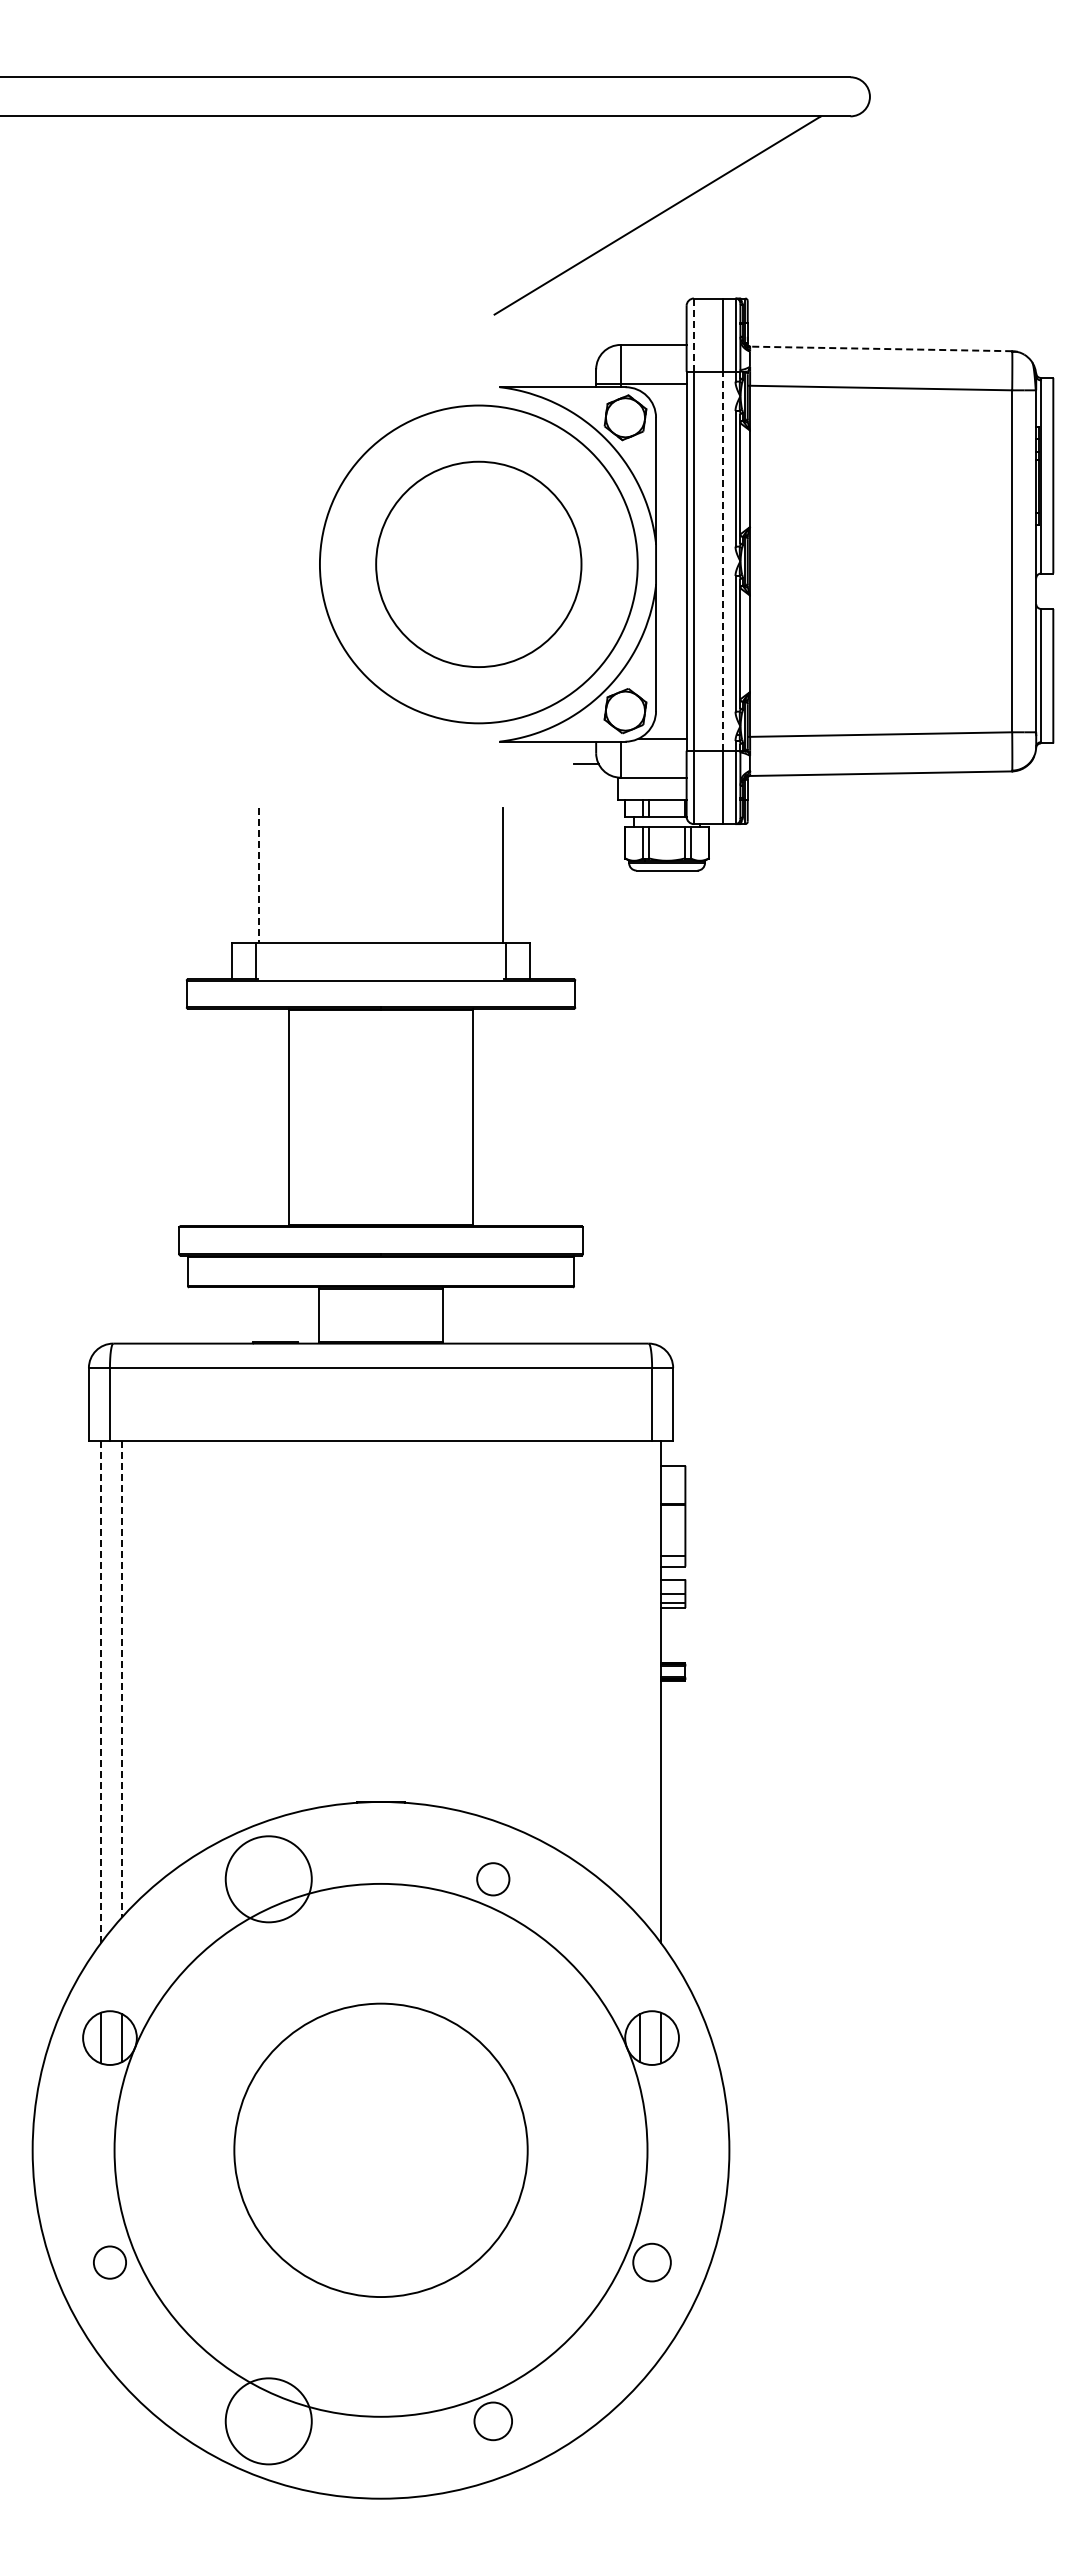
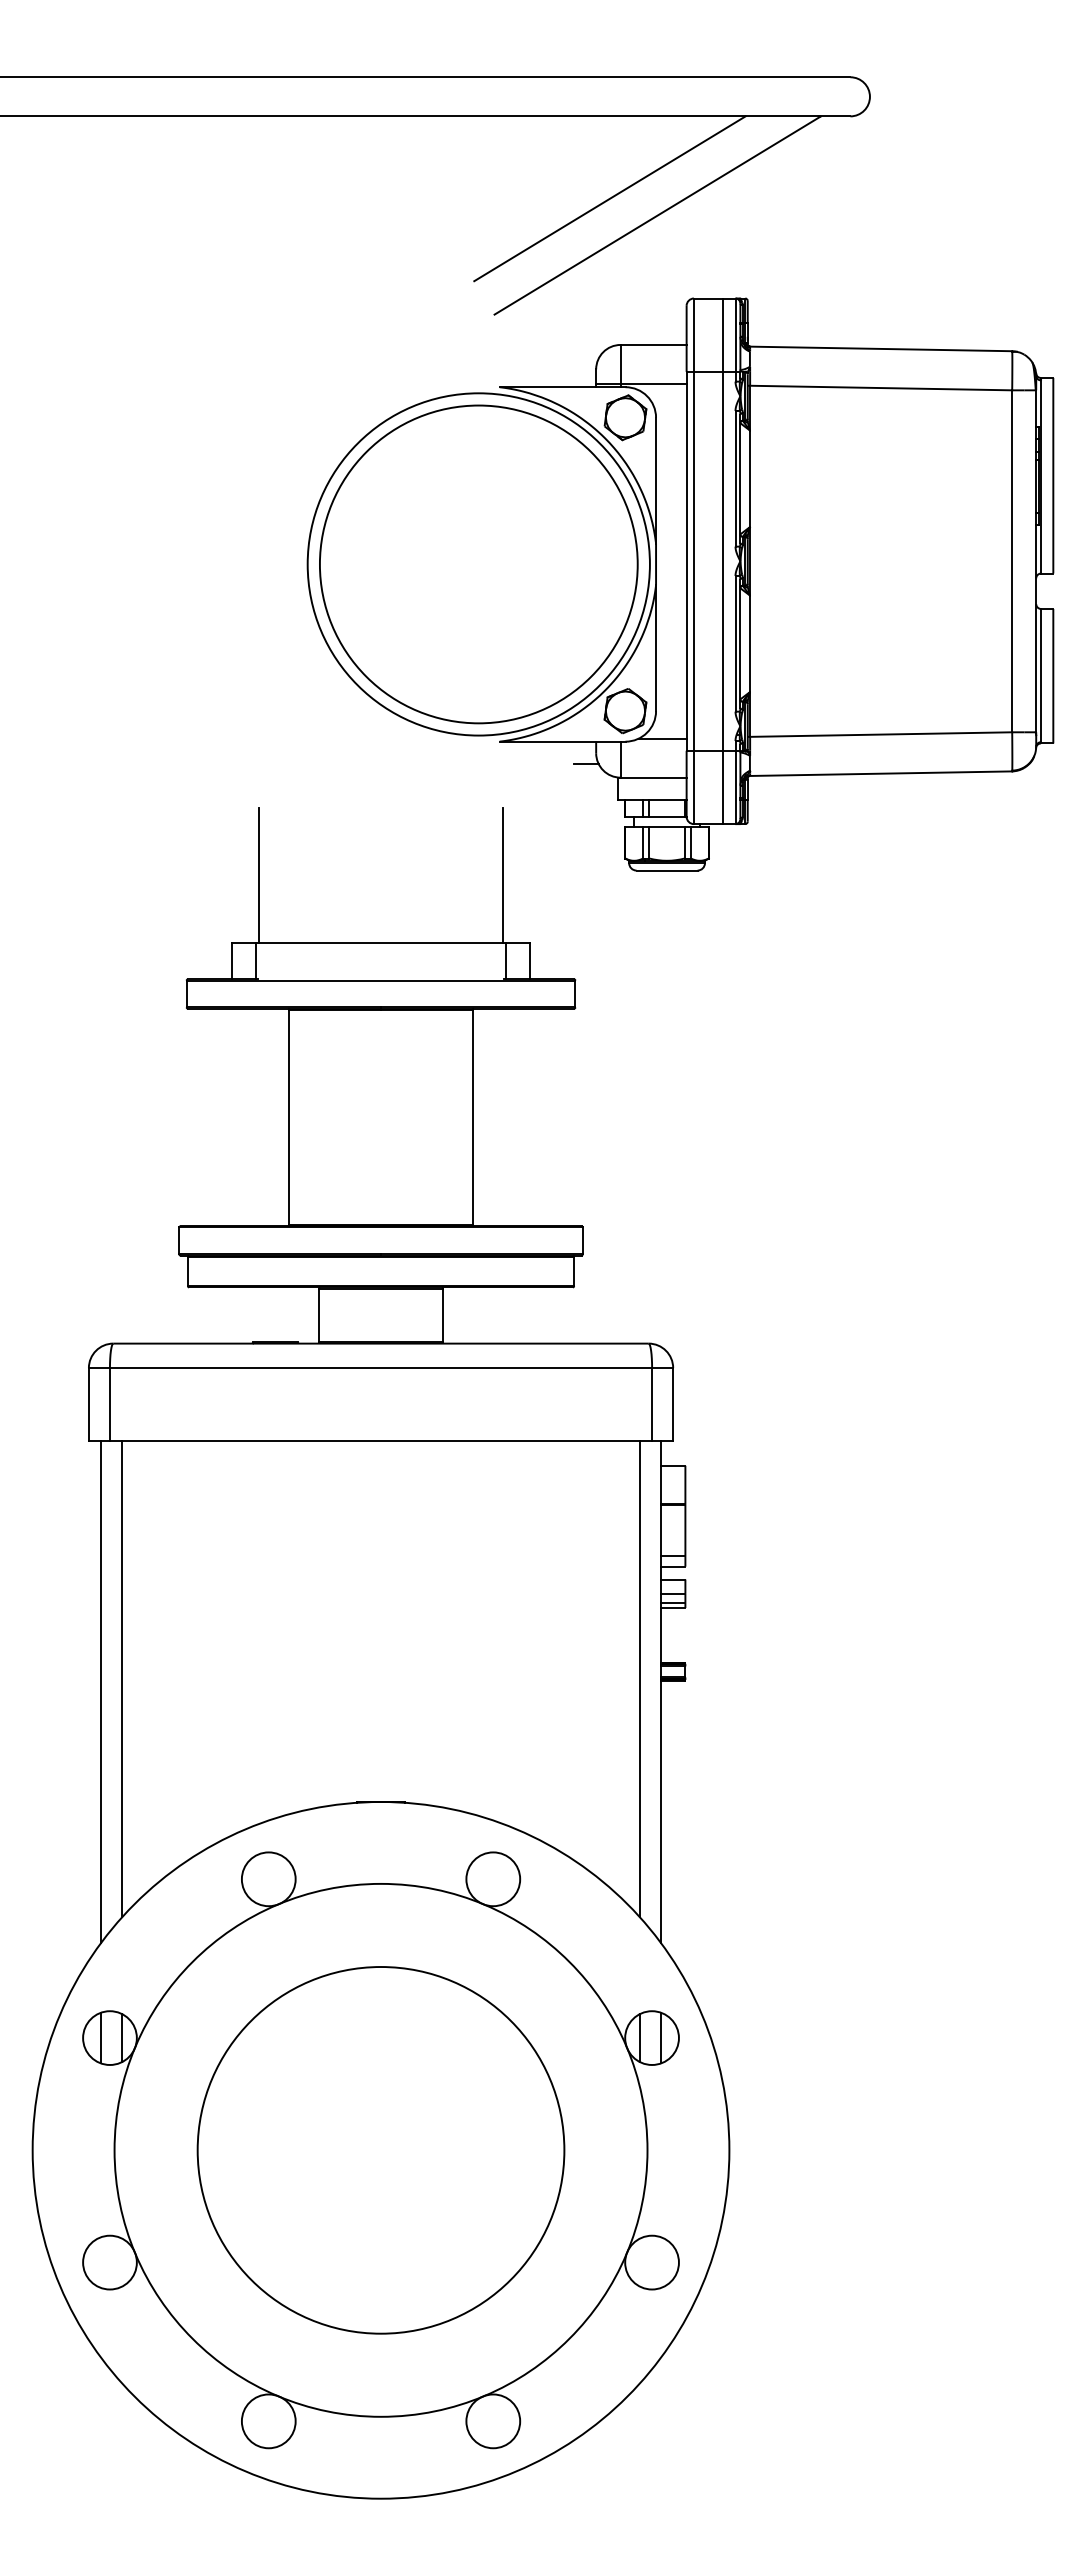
line at (609, 198): none -> present
line at (693, 335): dashed -> solid
line at (880, 348): dashed -> solid
line at (723, 560): dashed -> solid
circle at (478, 564) diameter: 205 px -> 342 px
line at (258, 875): dashed -> solid
line at (122, 1679): dashed -> solid
line at (640, 1679): none -> present
line at (101, 1692): dashed -> solid
circle at (268, 1879) diameter: 86 px -> 54 px
circle at (493, 1879) diameter: 32 px -> 54 px
circle at (380, 2150) diameter: 293 px -> 367 px
circle at (109, 2262) diameter: 32 px -> 54 px
circle at (651, 2262) diameter: 38 px -> 54 px
circle at (268, 2421) diameter: 86 px -> 54 px
circle at (493, 2421) diameter: 38 px -> 54 px
